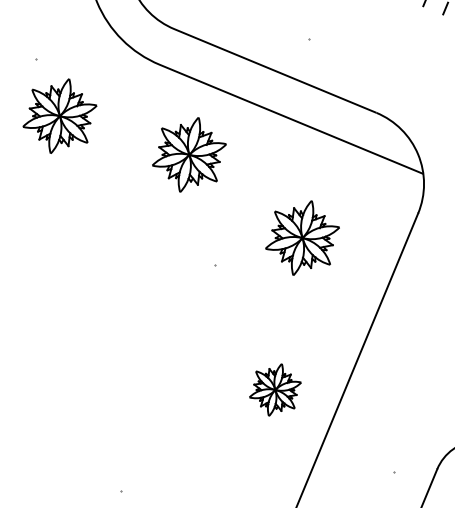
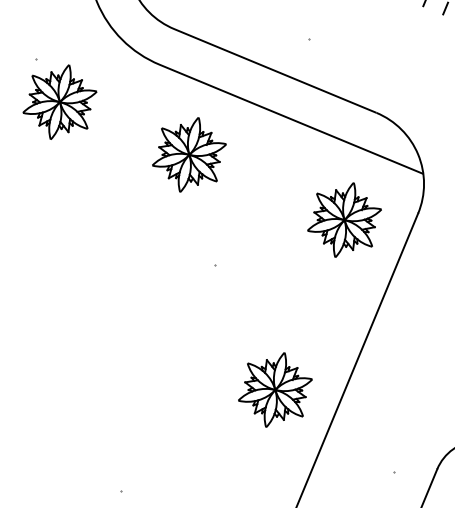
part at (59, 115) position: (59, 115) -> (59, 101)
part at (302, 237) position: (302, 237) -> (344, 219)
part at (275, 389) size: 53x54 px -> 75x76 px
